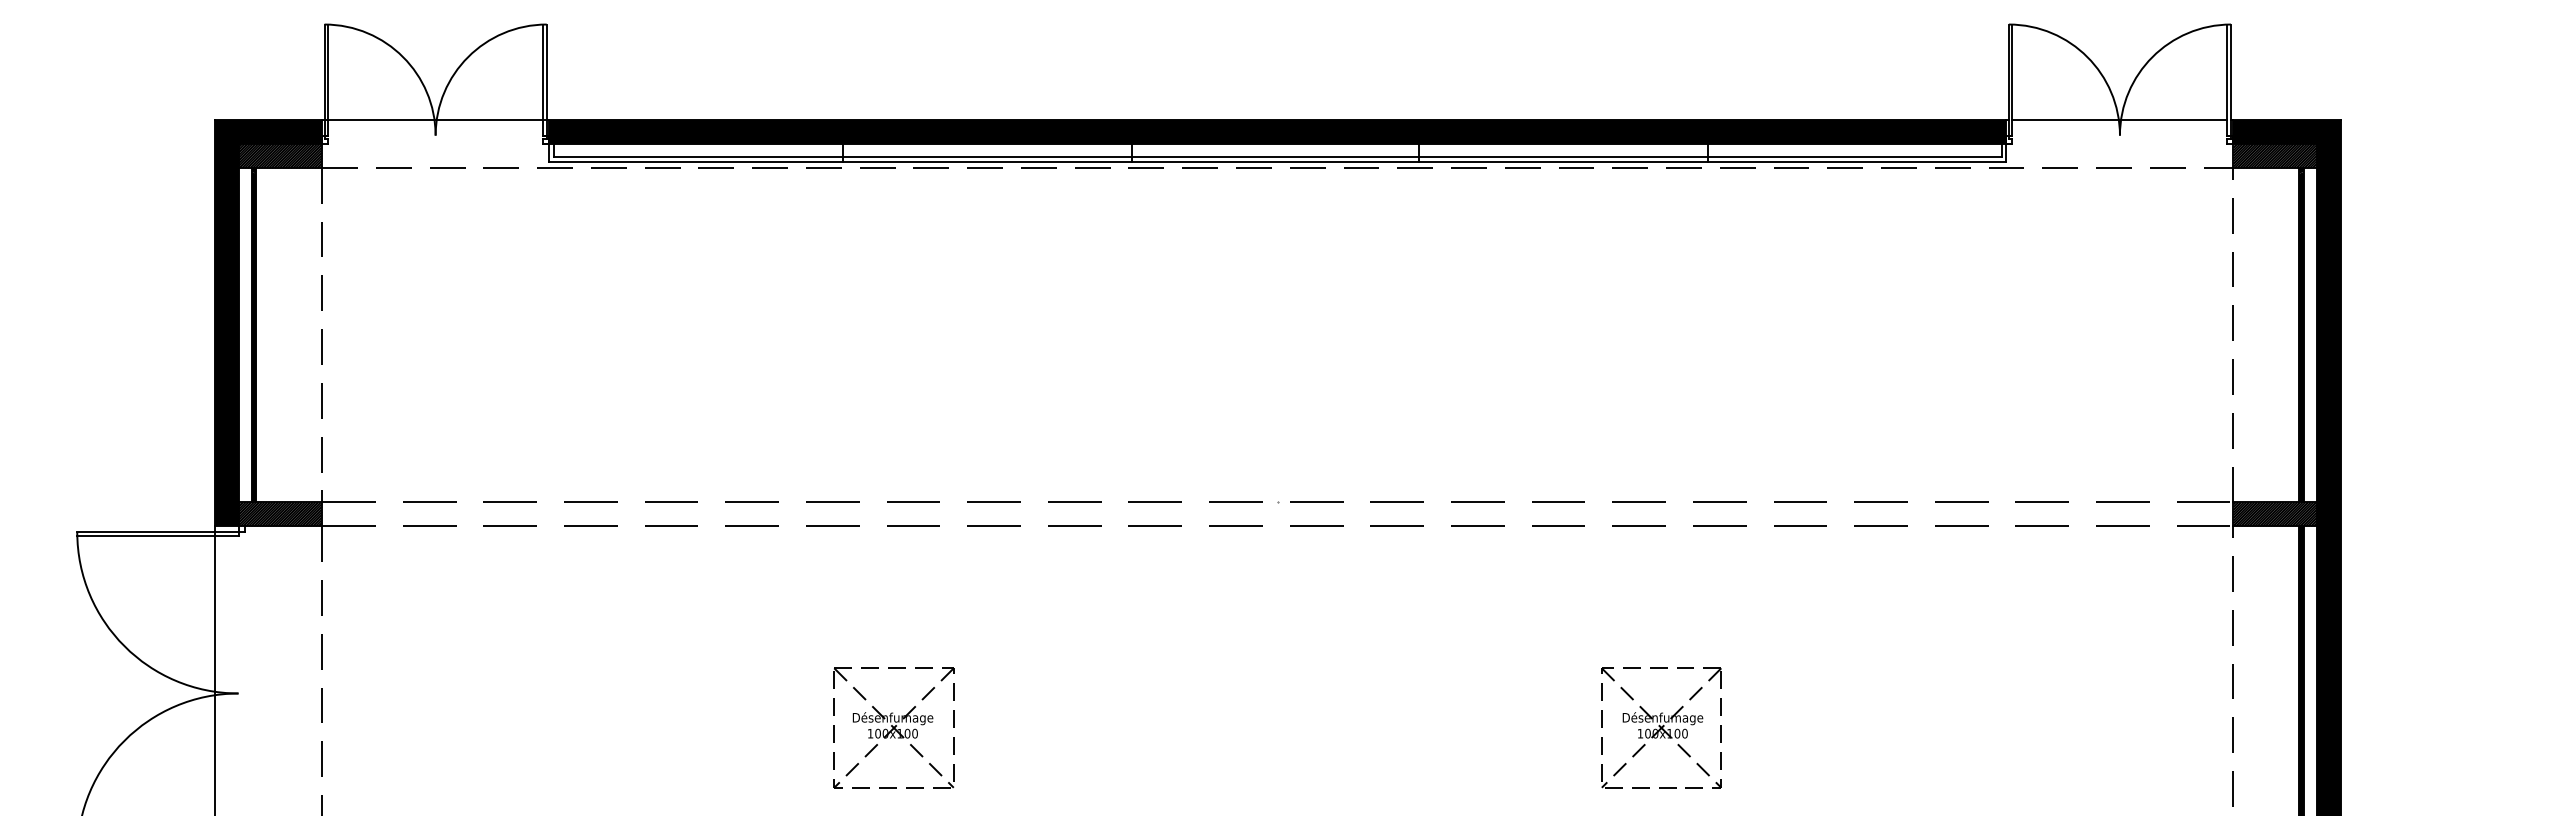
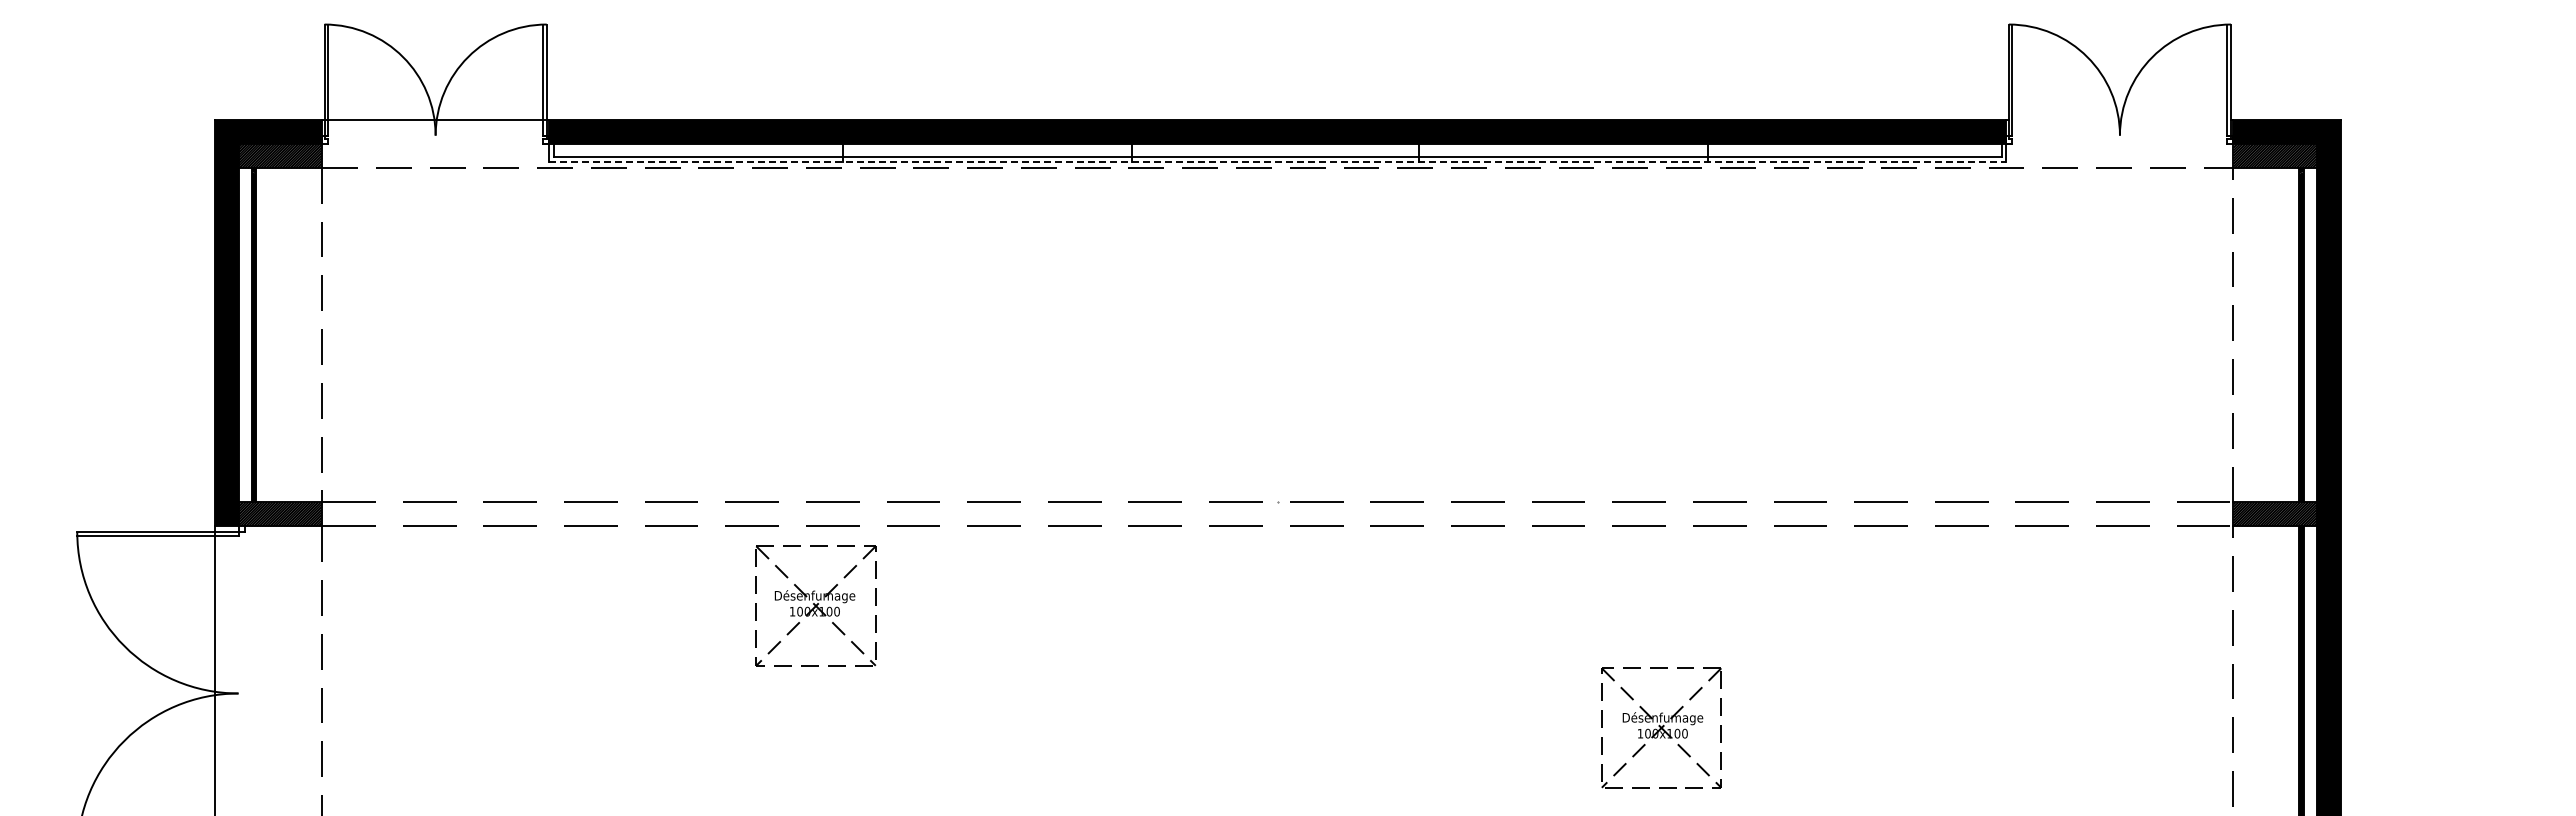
line at (2119, 120): present -> none
line at (1277, 161): solid -> dashed
part at (893, 727) position: (893, 727) -> (815, 605)
